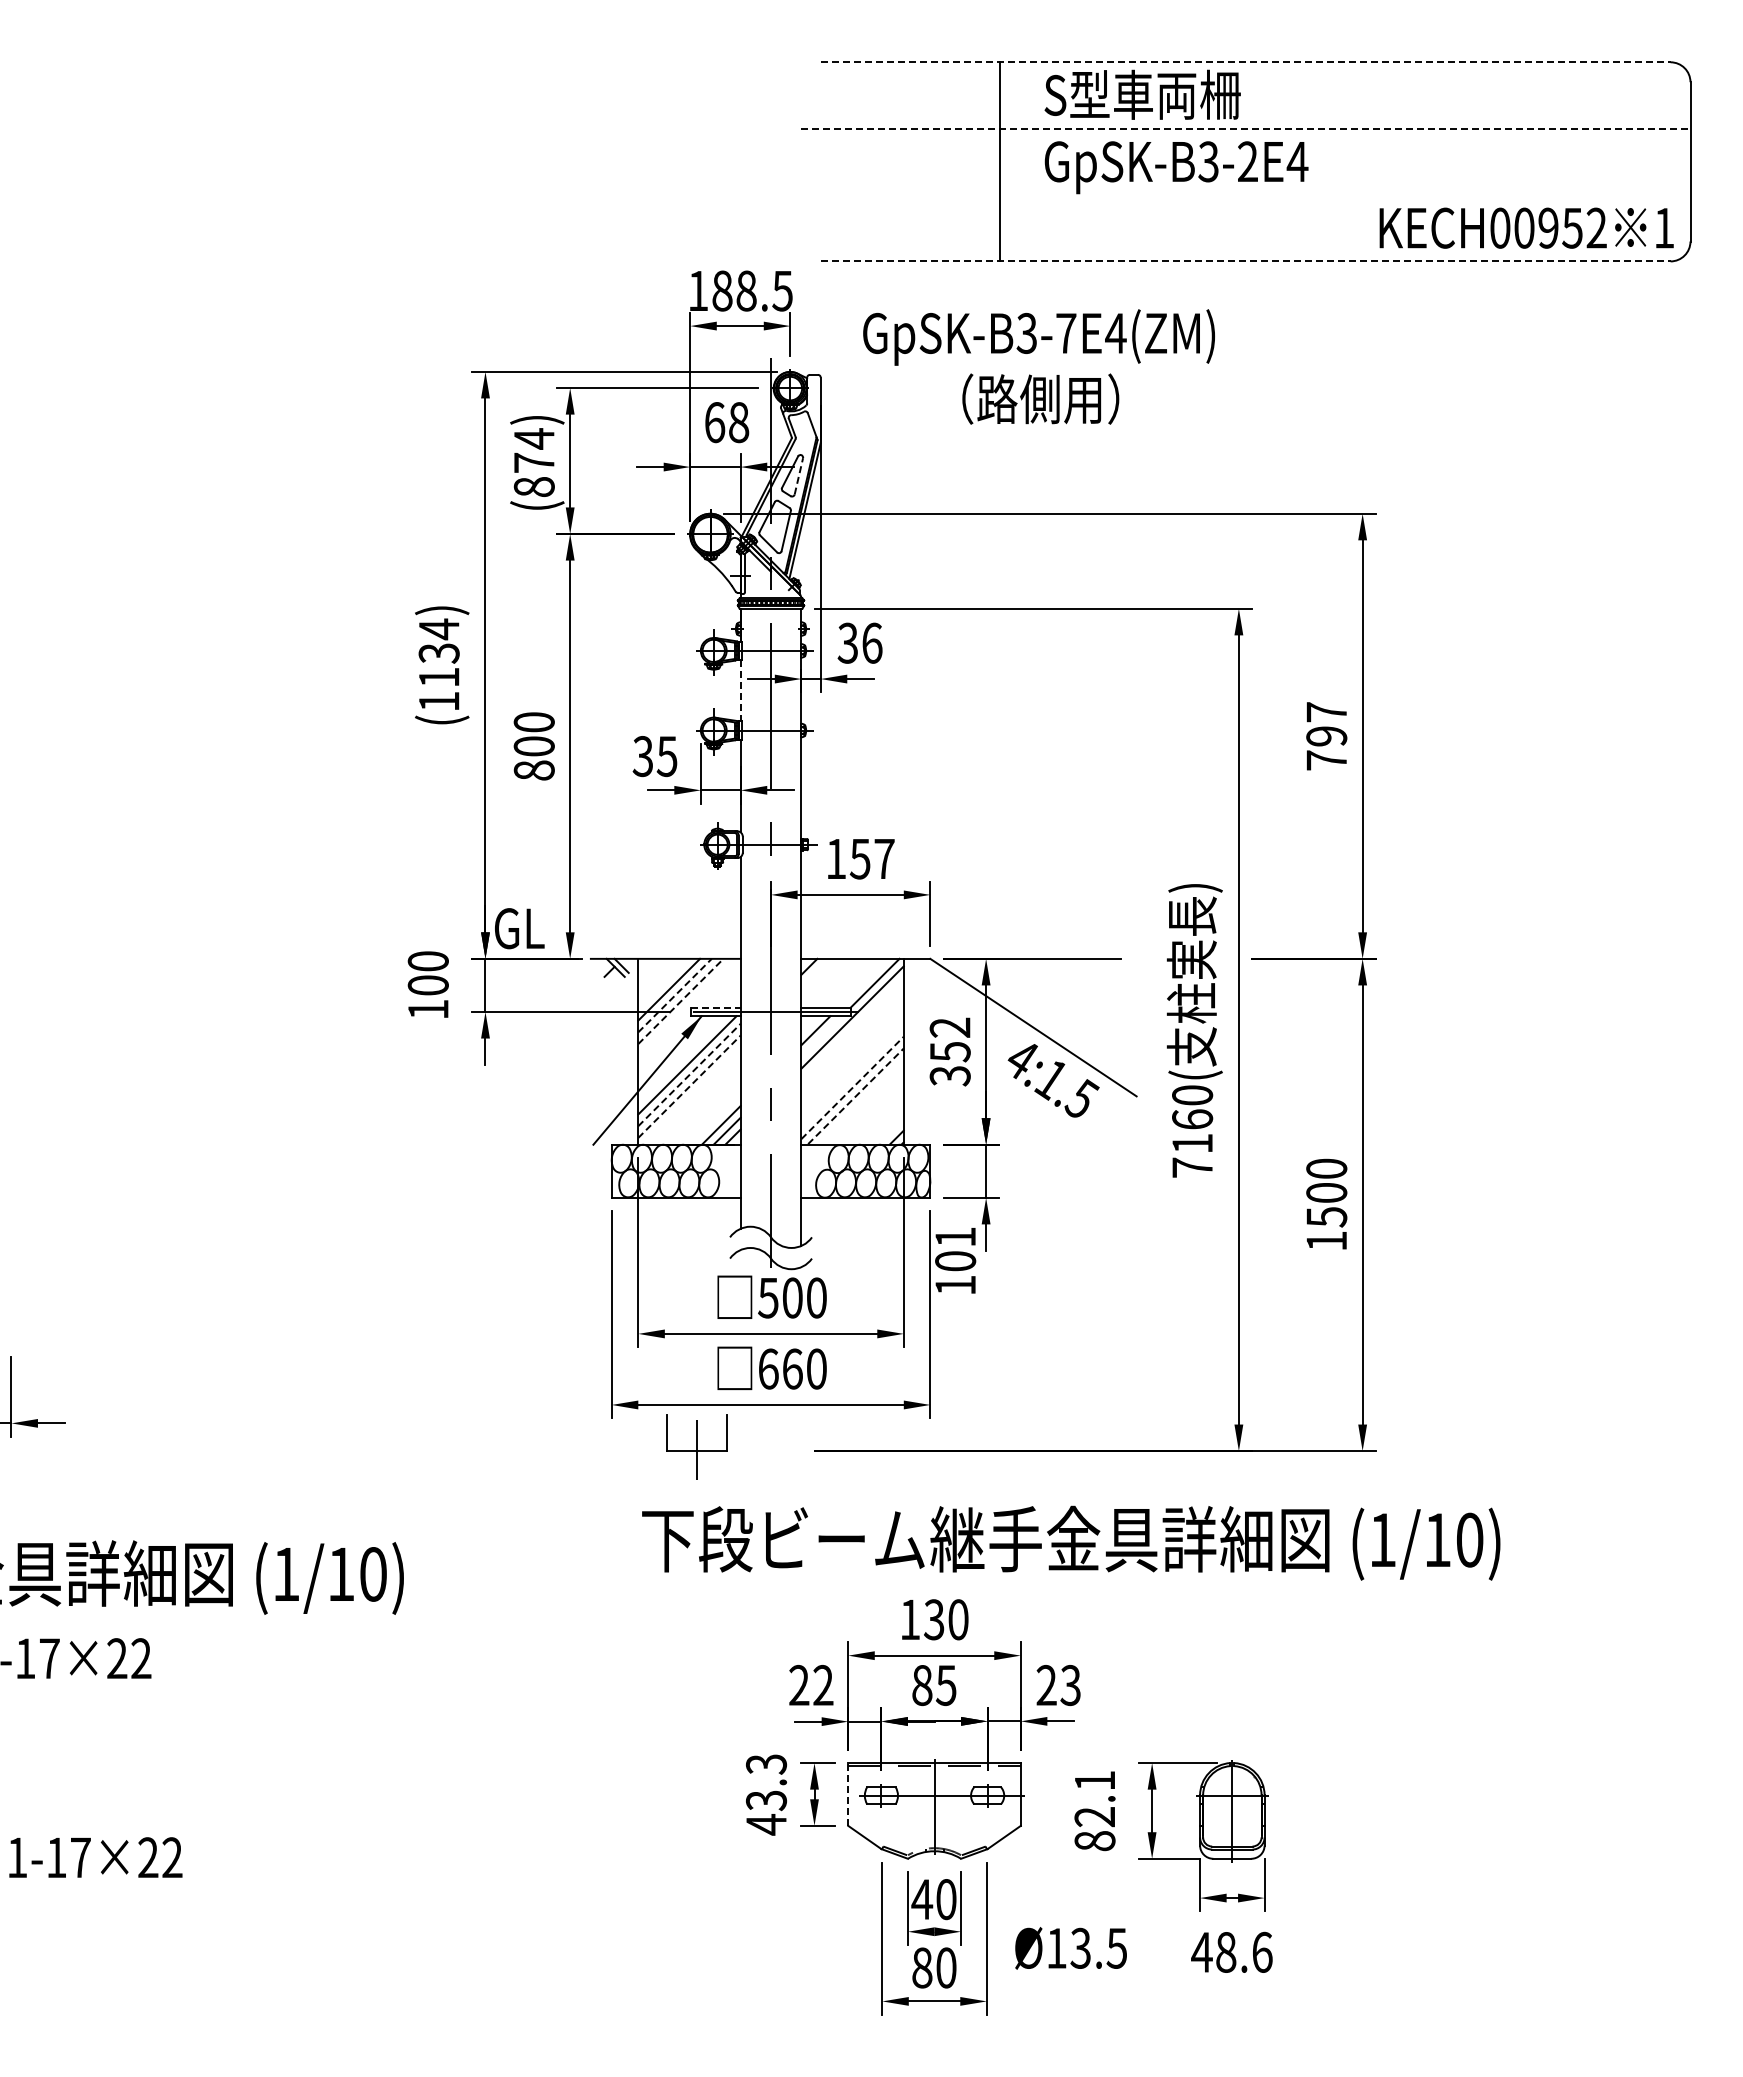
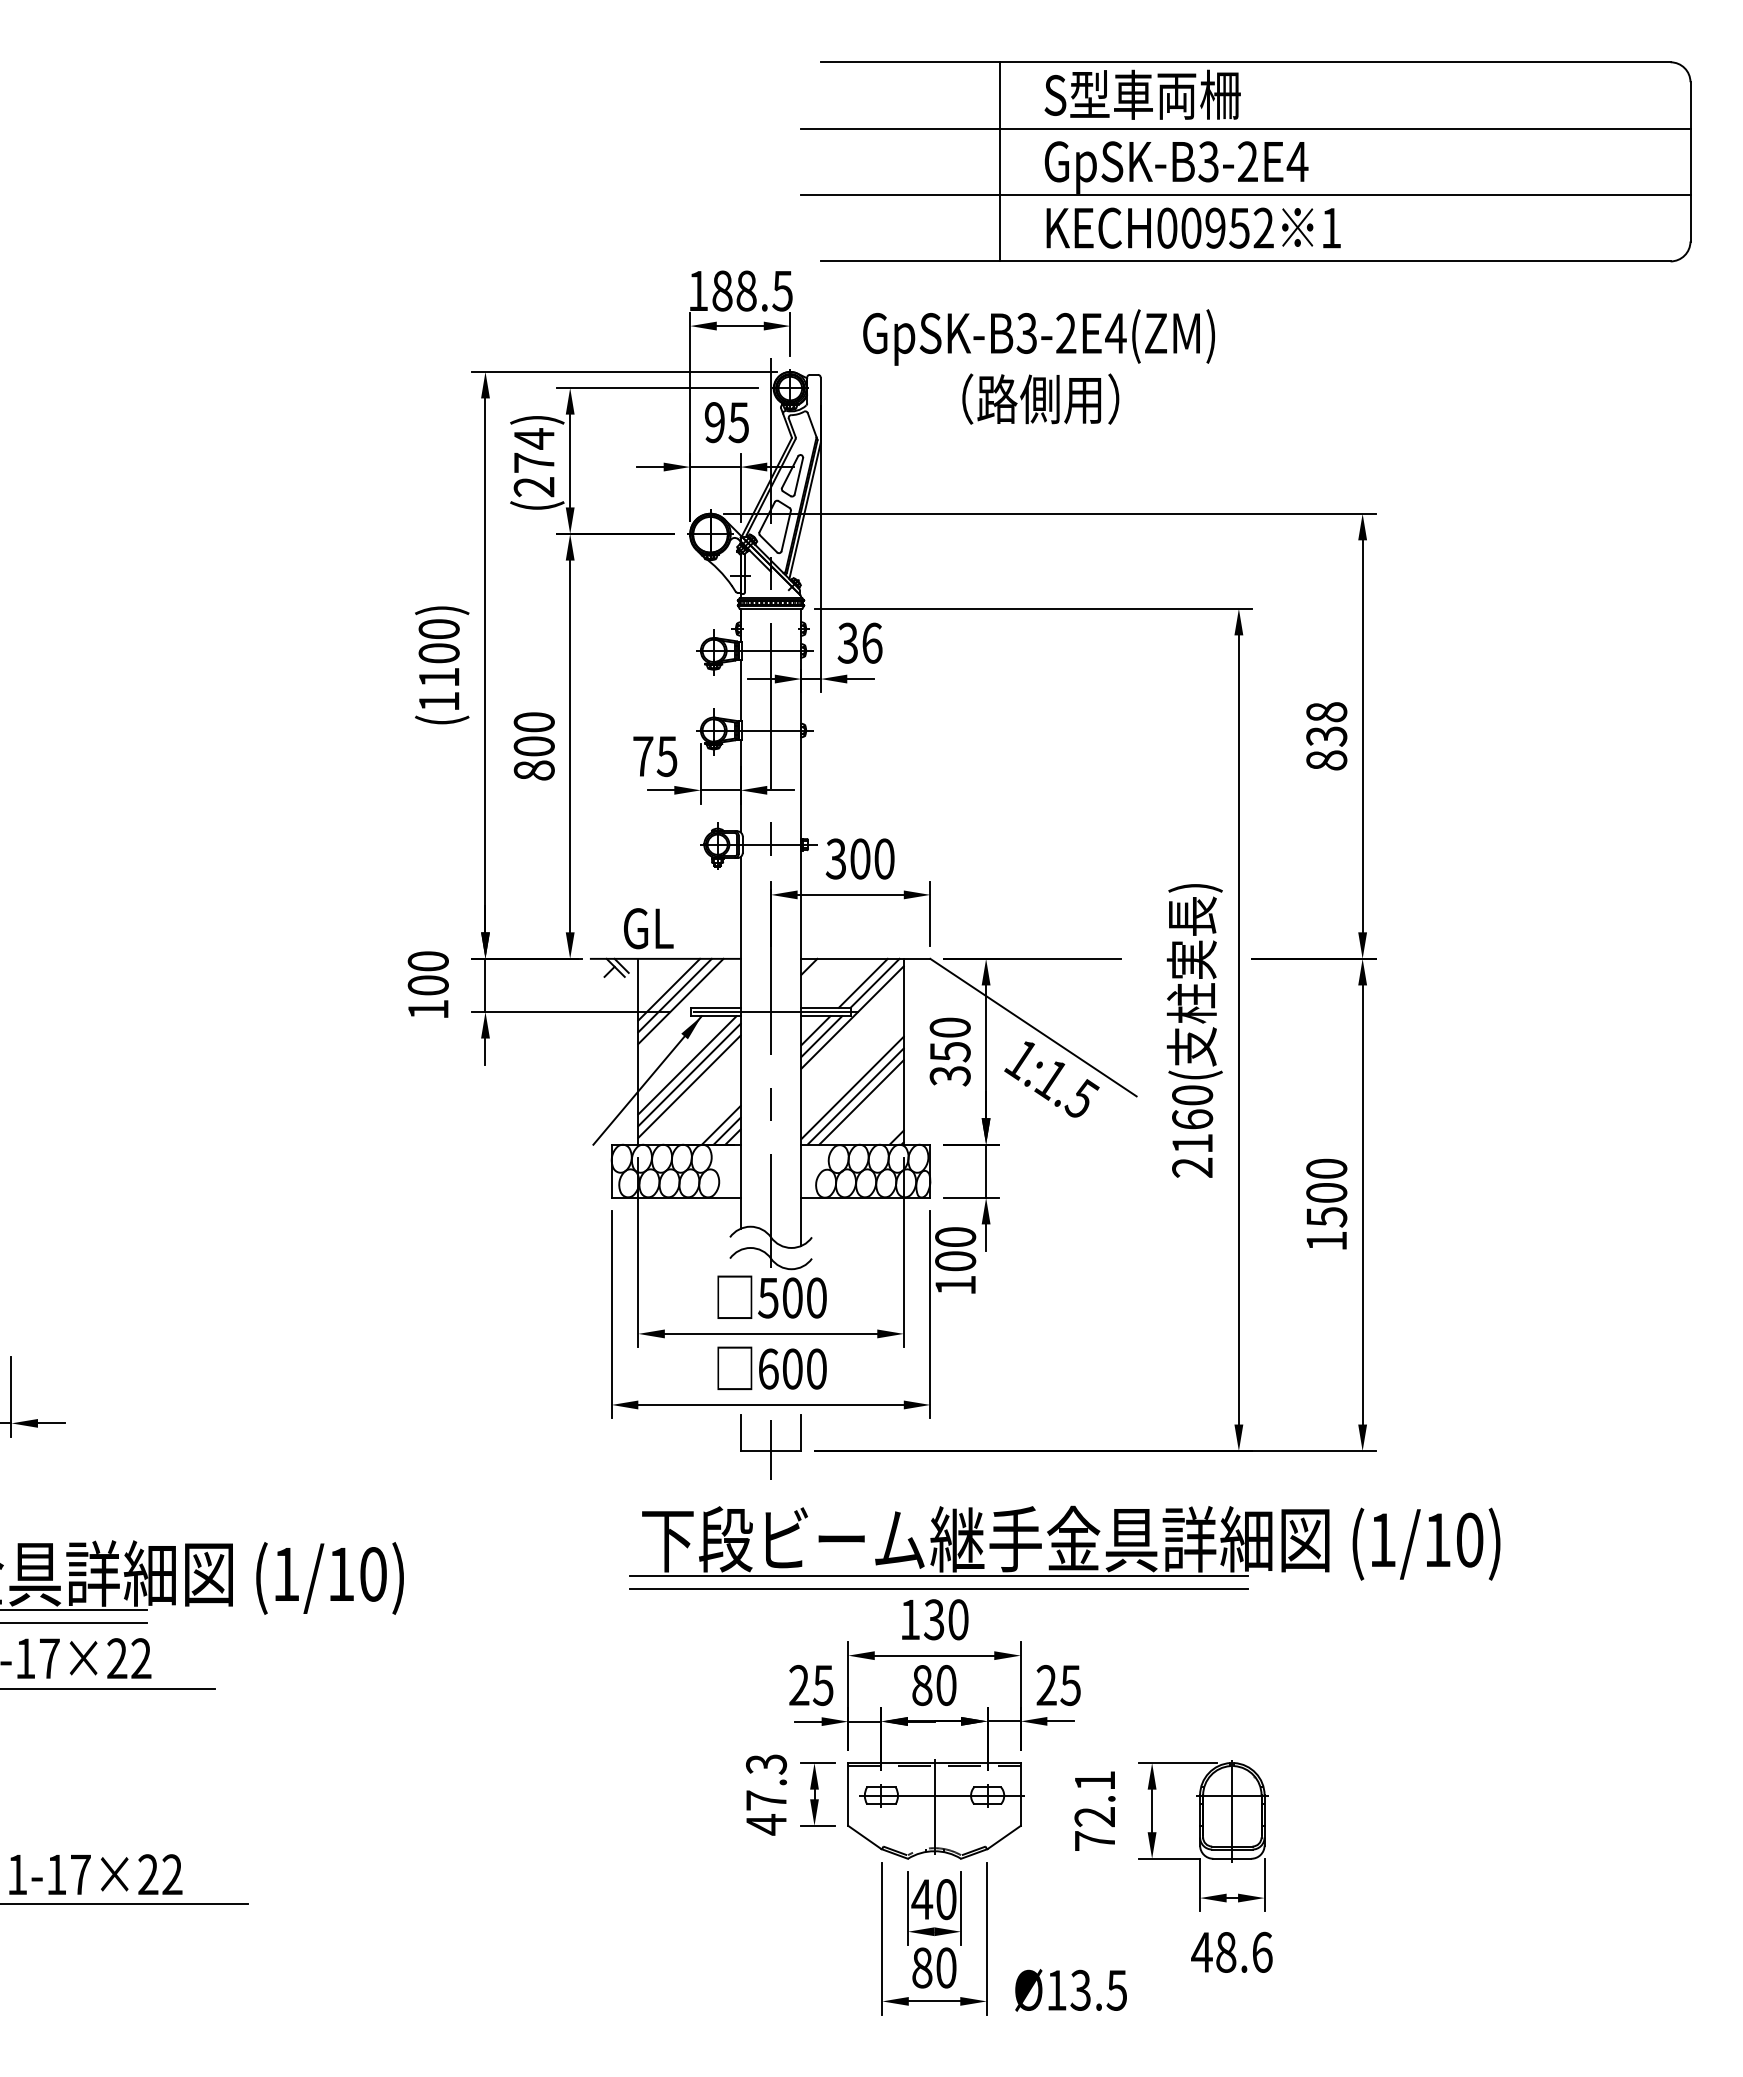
line at (1245, 62): dashed -> solid
line at (1245, 128): dashed -> solid
line at (1245, 195): none -> present
text at (1526, 227) position: (1526, 227) -> (1193, 227)
line at (1245, 261): dashed -> solid
text at (1066, 332): GpSK-B3-7E4(ZM) -> GpSK-B3-2E4(ZM)
text at (726, 422): 68 -> 95
line at (798, 476): dashed -> solid
text at (533, 487): (874) -> (274)
text at (438, 640): (1134) -> (1100)
line at (740, 690): dashed -> solid
text at (1326, 736): 797 -> 838
text at (642, 756): 35 -> 75
text at (859, 858): 157 -> 300
text at (519, 928) position: (519, 928) -> (648, 928)
line at (862, 982): none -> present
line at (675, 995): dashed -> solid
line at (681, 1001): dashed -> solid
line at (716, 1007): dashed -> solid
text at (949, 1027): 352 -> 350
line at (821, 1036): none -> present
text at (1020, 1060): 4:1.5 -> 1:1.5
line at (689, 1074): dashed -> solid
line at (689, 1086): dashed -> solid
line at (852, 1087): dashed -> solid
line at (855, 1096): dashed -> solid
line at (861, 1102): none -> present
text at (1192, 1167): 7160( -> 2160(
text at (955, 1236): 101 -> 100
text at (792, 1368): 660 -> 600
part at (696, 1446) position: (696, 1446) -> (770, 1446)
line at (938, 1575): none -> present
line at (938, 1588): none -> present
line at (74, 1609): none -> present
line at (74, 1623): none -> present
text at (945, 1684): 85 -> 80
text at (1070, 1684): 23 -> 25
text at (822, 1685): 22 -> 25
line at (108, 1689): none -> present
line at (848, 1793): dashed -> solid
text at (766, 1800): 43.3 -> 47.3
text at (1094, 1841): 82.1 -> 72.1
text at (95, 1857) position: (95, 1857) -> (95, 1874)
line at (125, 1904): none -> present
text at (1070, 1948) position: (1070, 1948) -> (1070, 1990)
